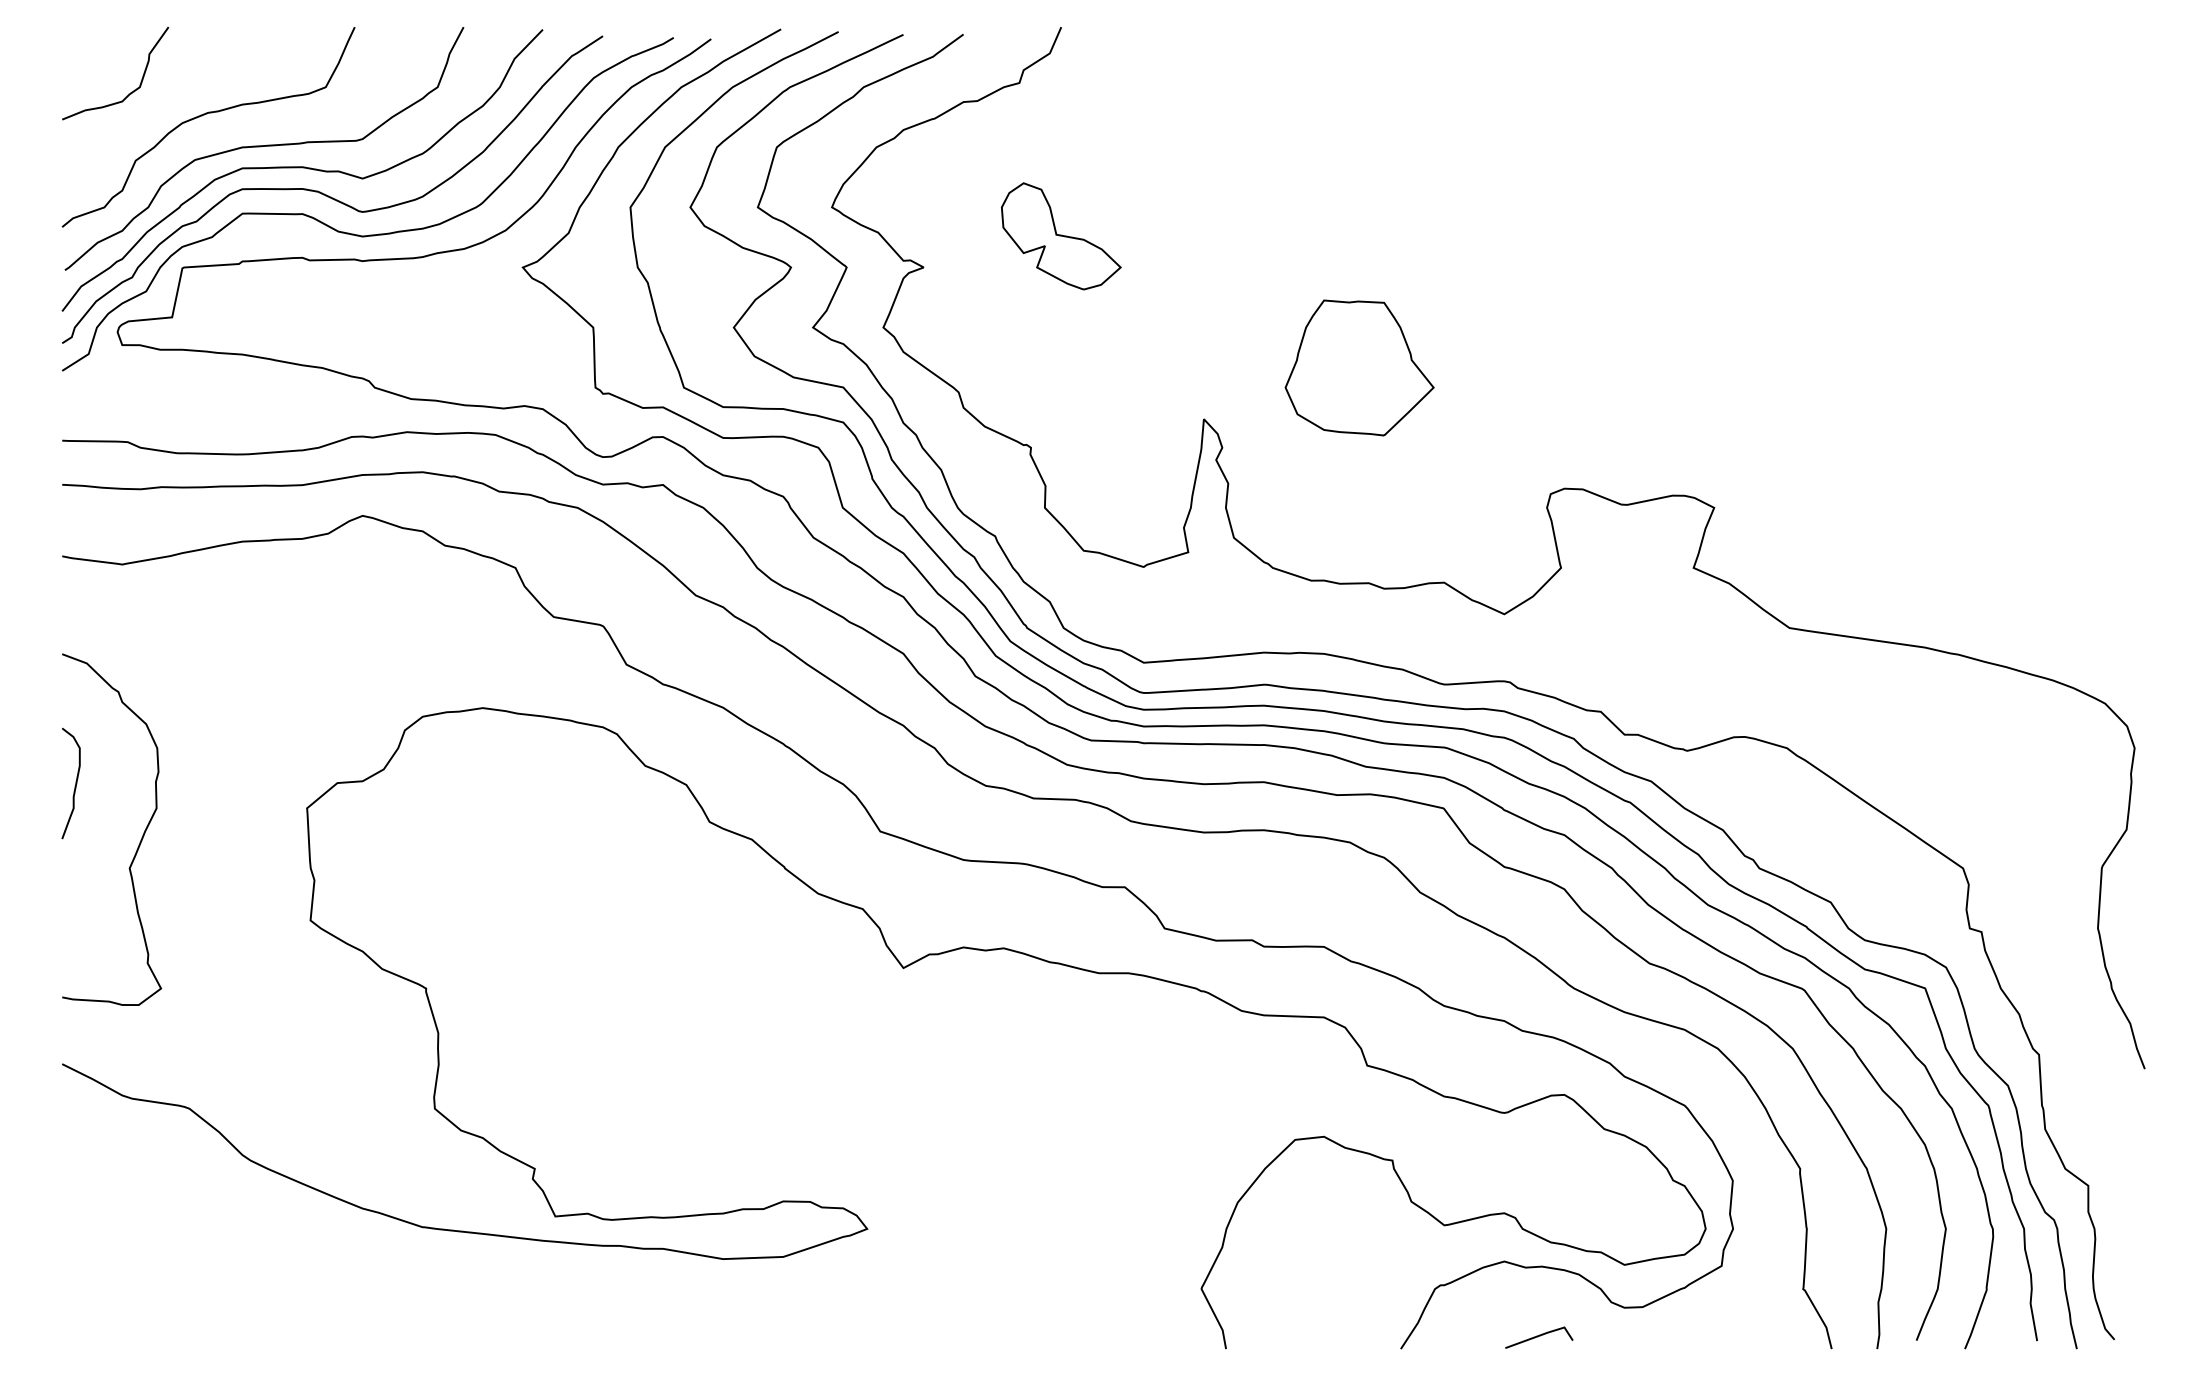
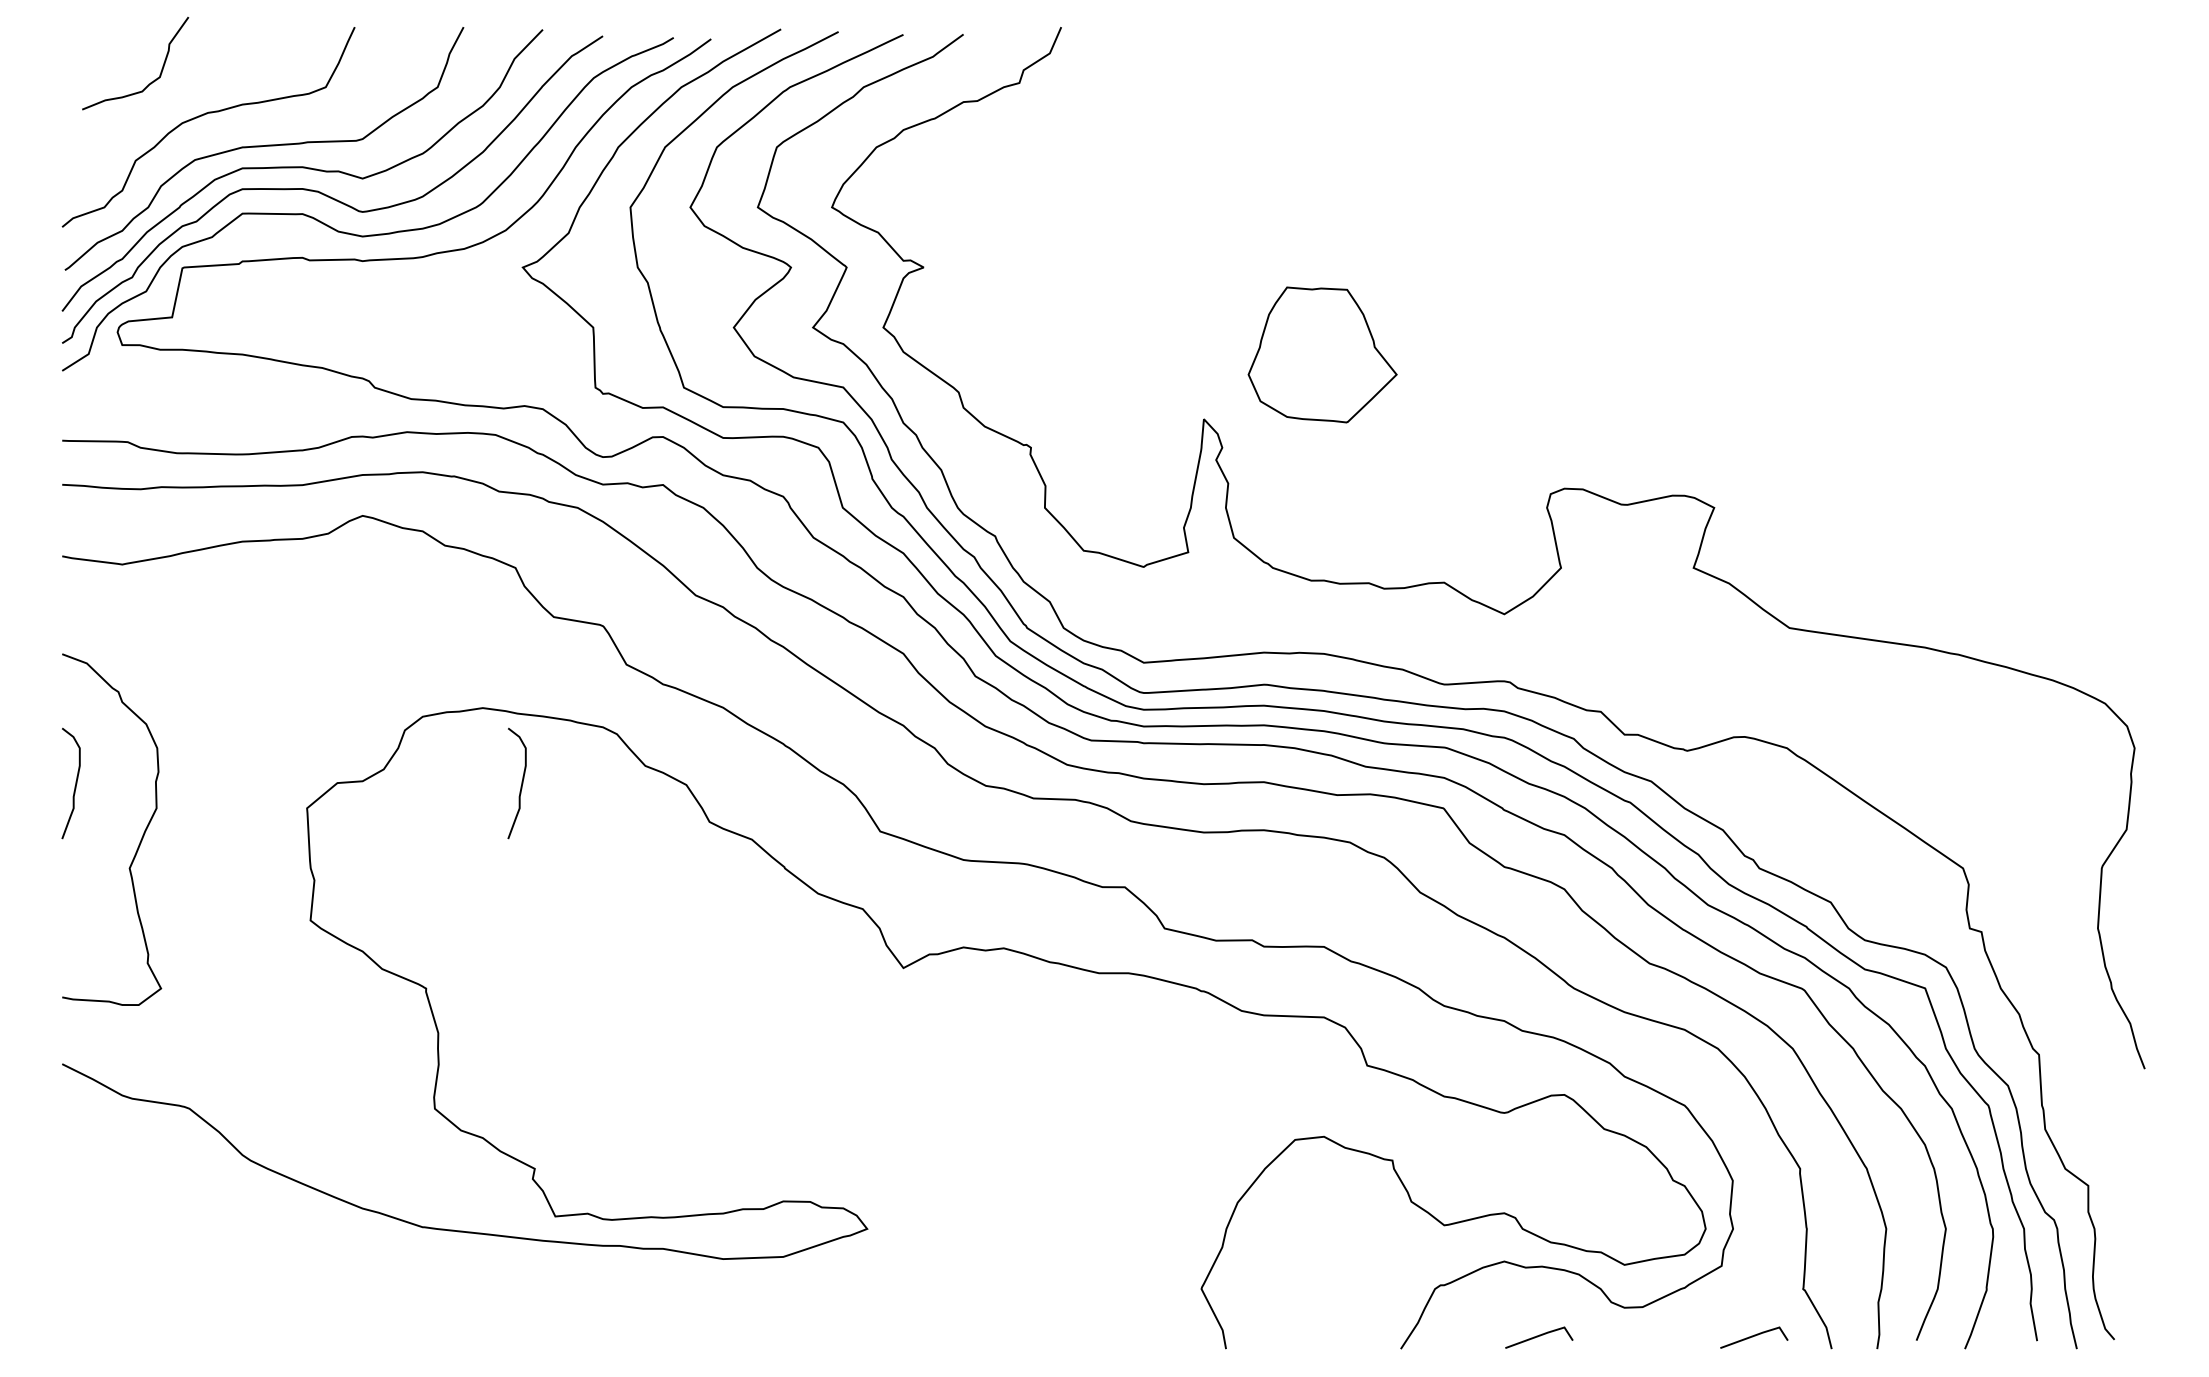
curve at (131, 91) position: (131, 91) -> (151, 81)
part at (1061, 236): present -> none
part at (1359, 367) position: (1359, 367) -> (1322, 354)
curve at (521, 783): none -> present
line at (1754, 1336): none -> present
